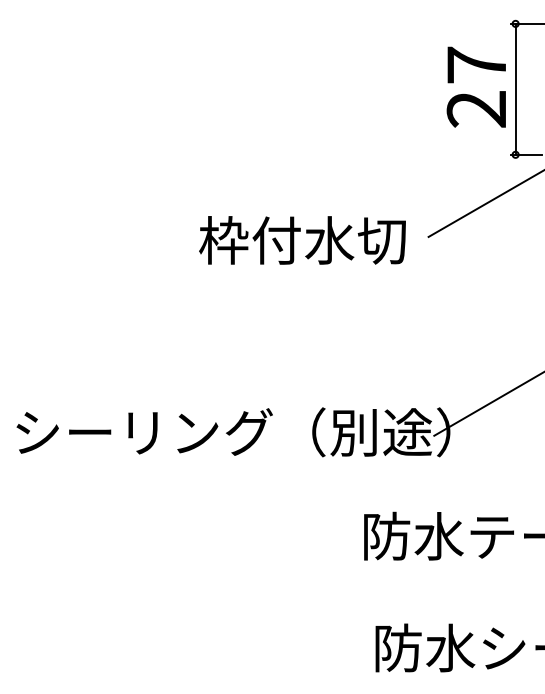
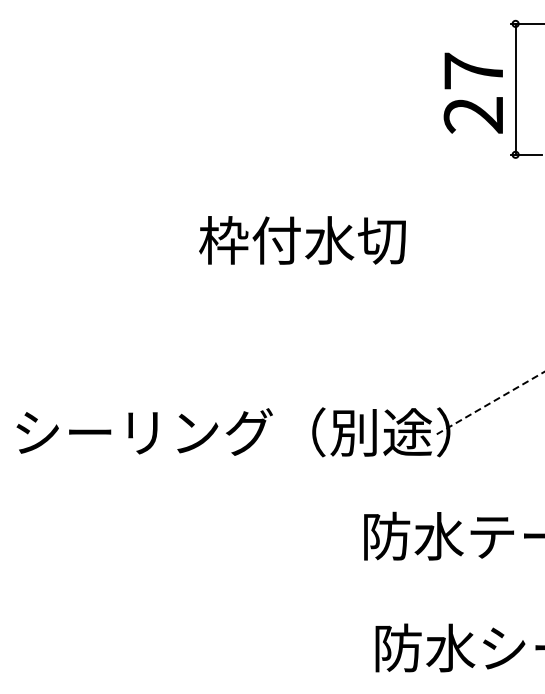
text at (475, 86) position: (475, 86) -> (472, 92)
line at (484, 203): present -> none
line at (489, 403): solid -> dashed
